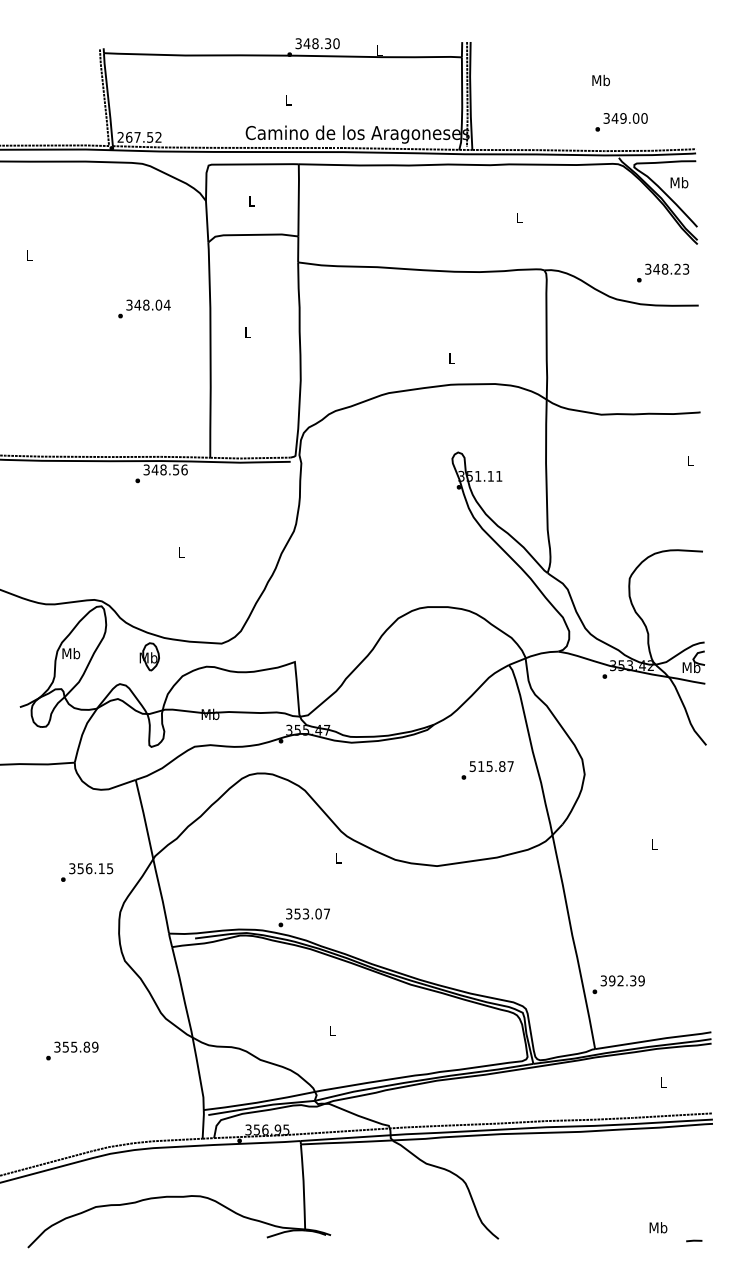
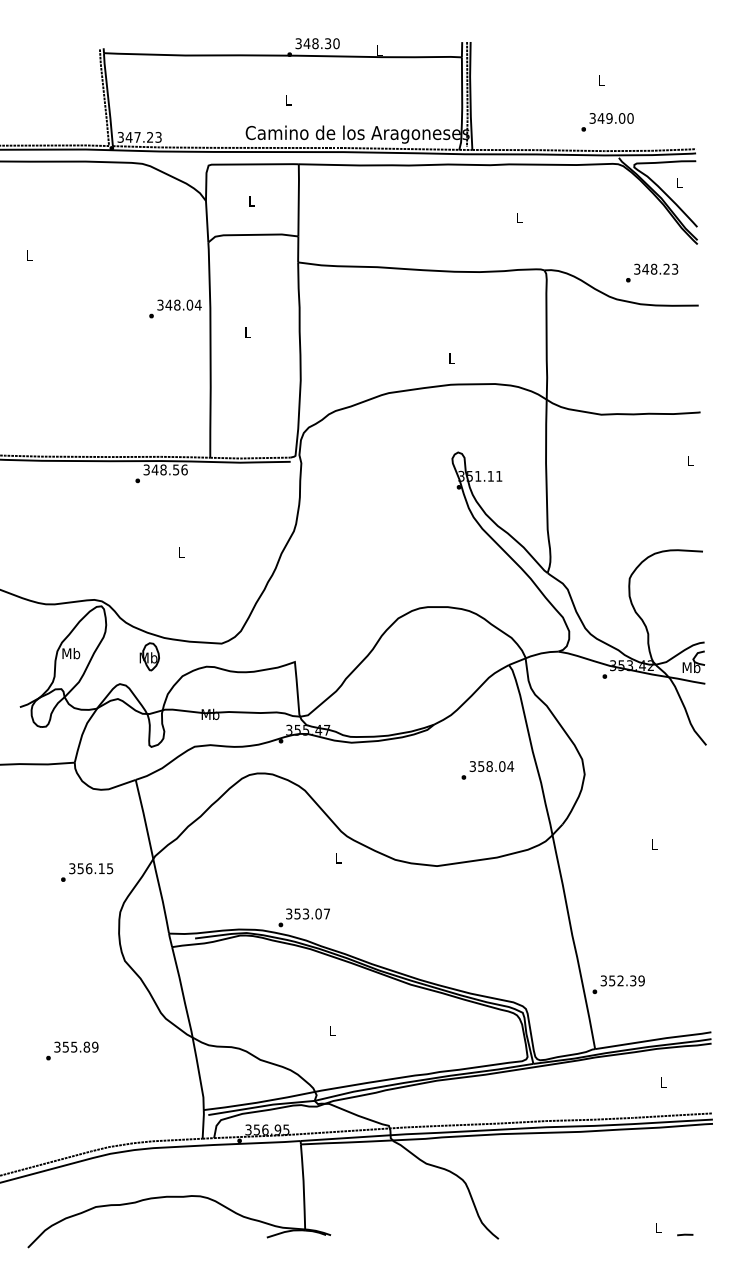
text at (600, 80): Mb -> L
text at (621, 122) position: (621, 122) -> (607, 122)
text at (139, 137): 267.52 -> 347.23
text at (679, 182): Mb -> L
text at (663, 272) position: (663, 272) -> (652, 272)
text at (144, 308) position: (144, 308) -> (175, 308)
text at (492, 766): 515.87 -> 358.04
text at (612, 980): 392.39 -> 352.39
text at (658, 1227): Mb -> L
line at (694, 1240) position: (694, 1240) -> (685, 1234)
